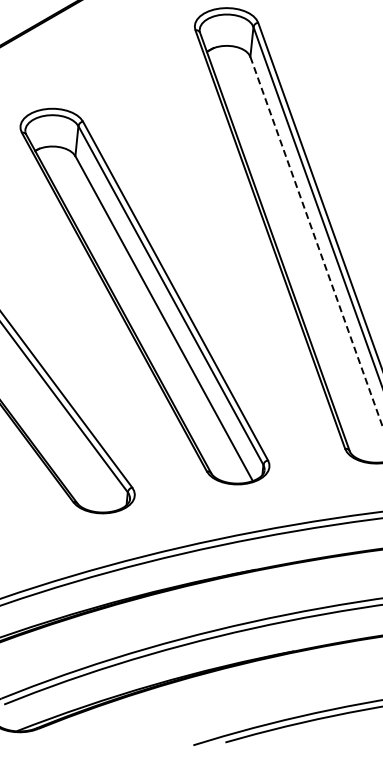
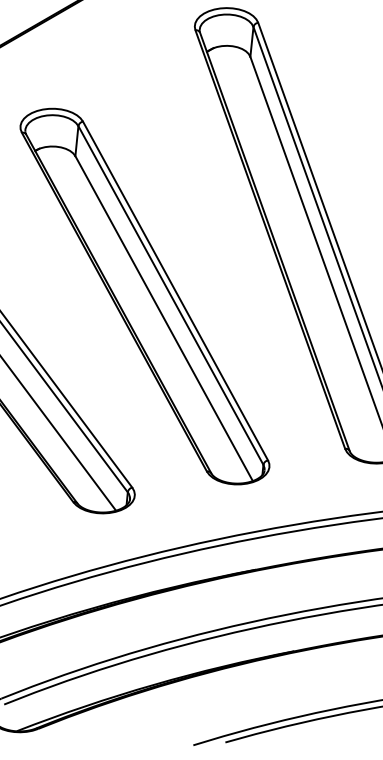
line at (316, 242): dashed -> solid
line at (59, 434): none -> present
